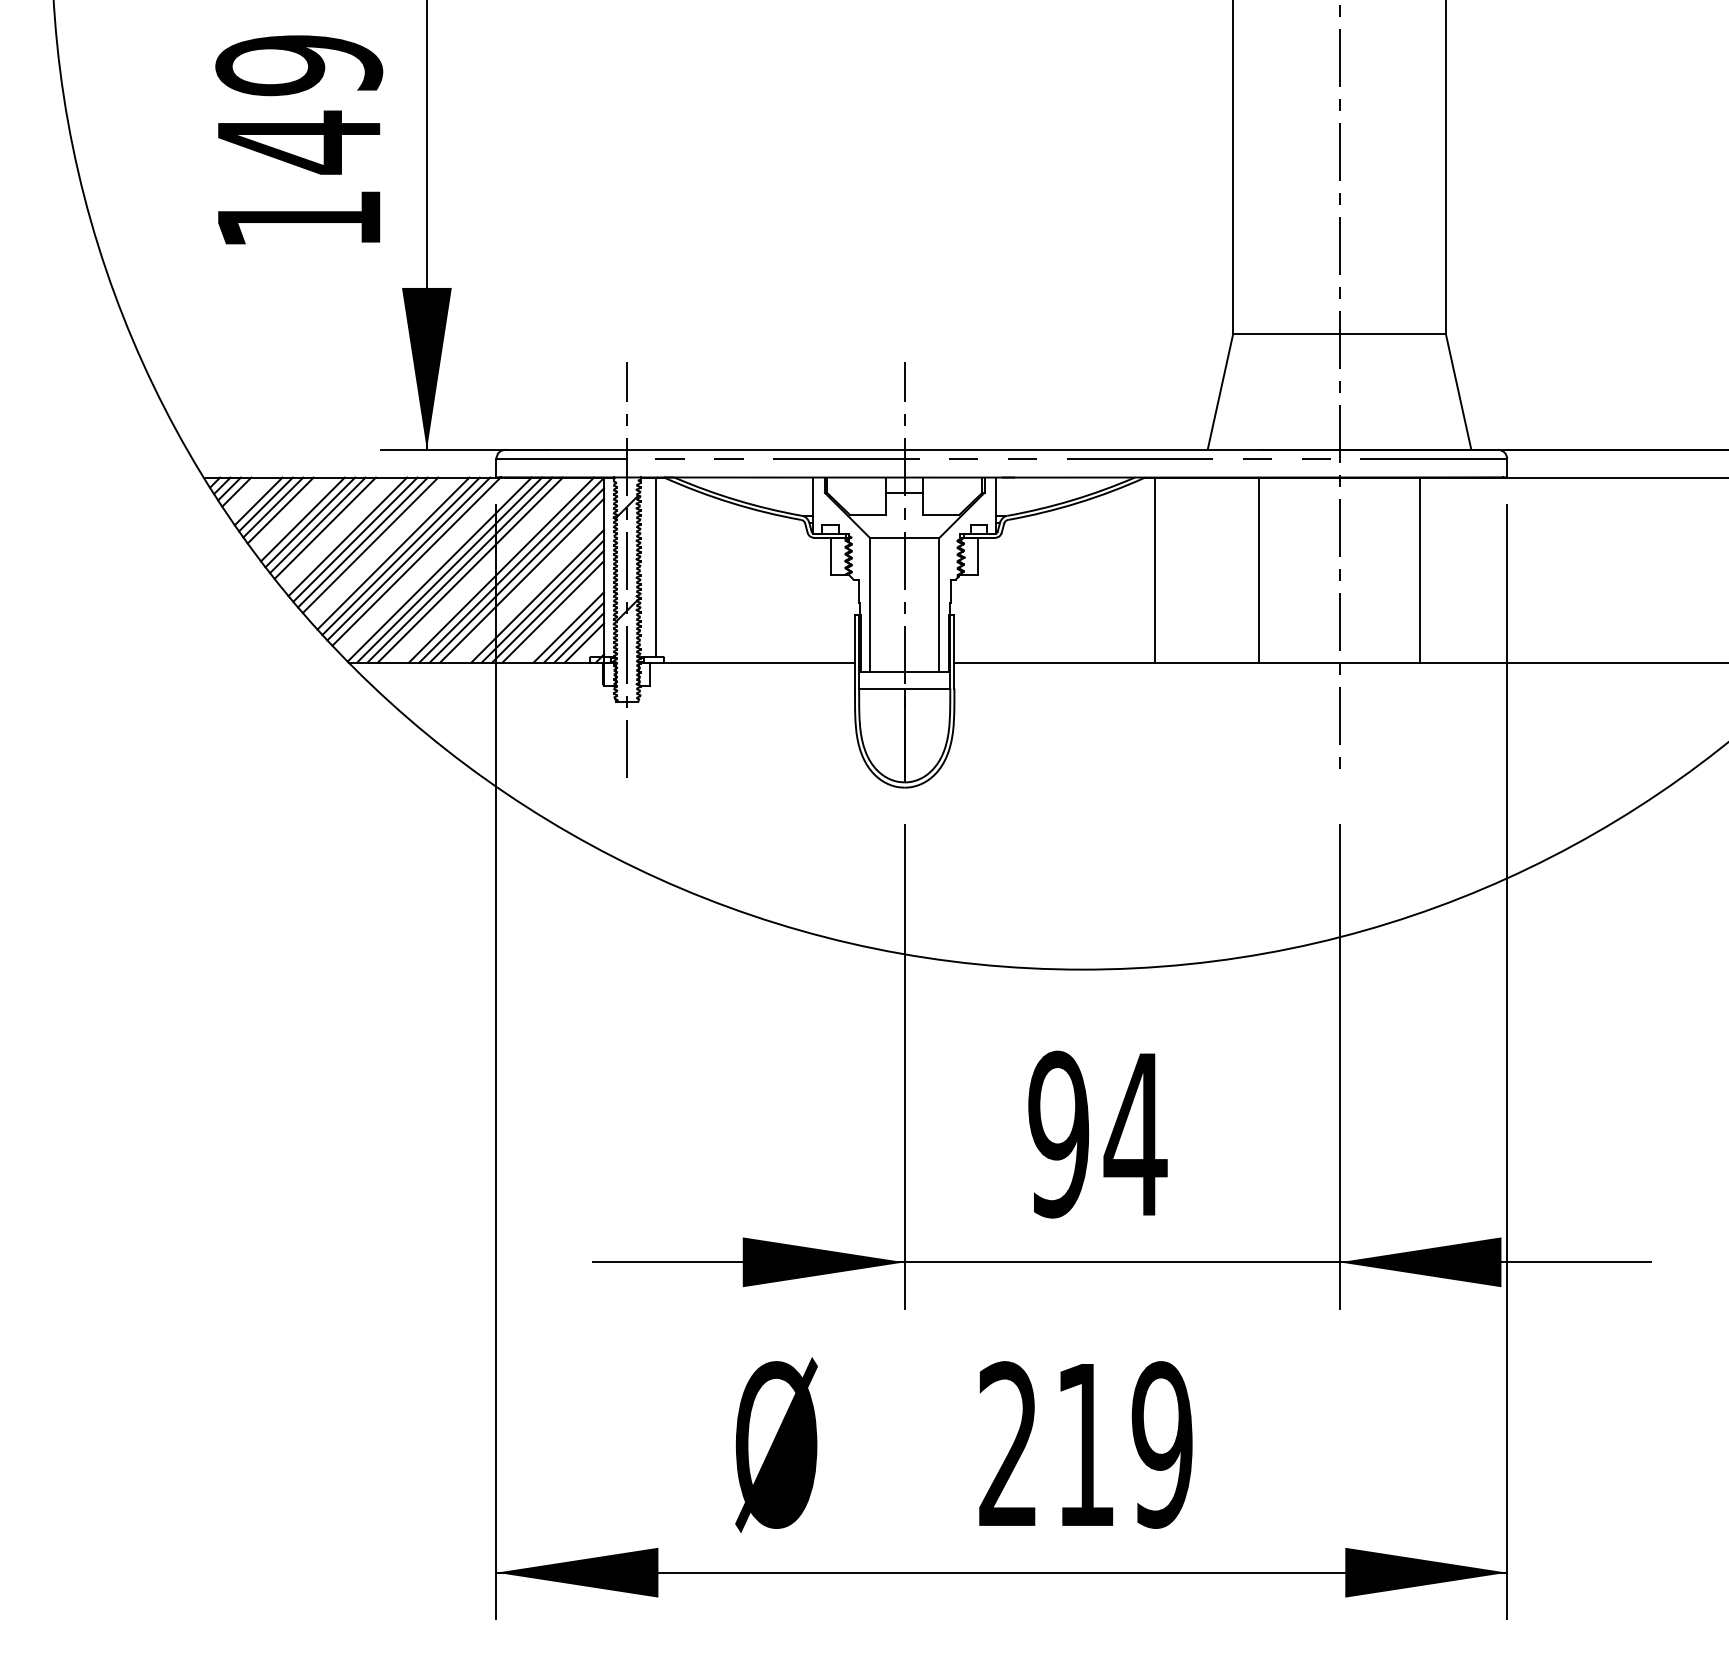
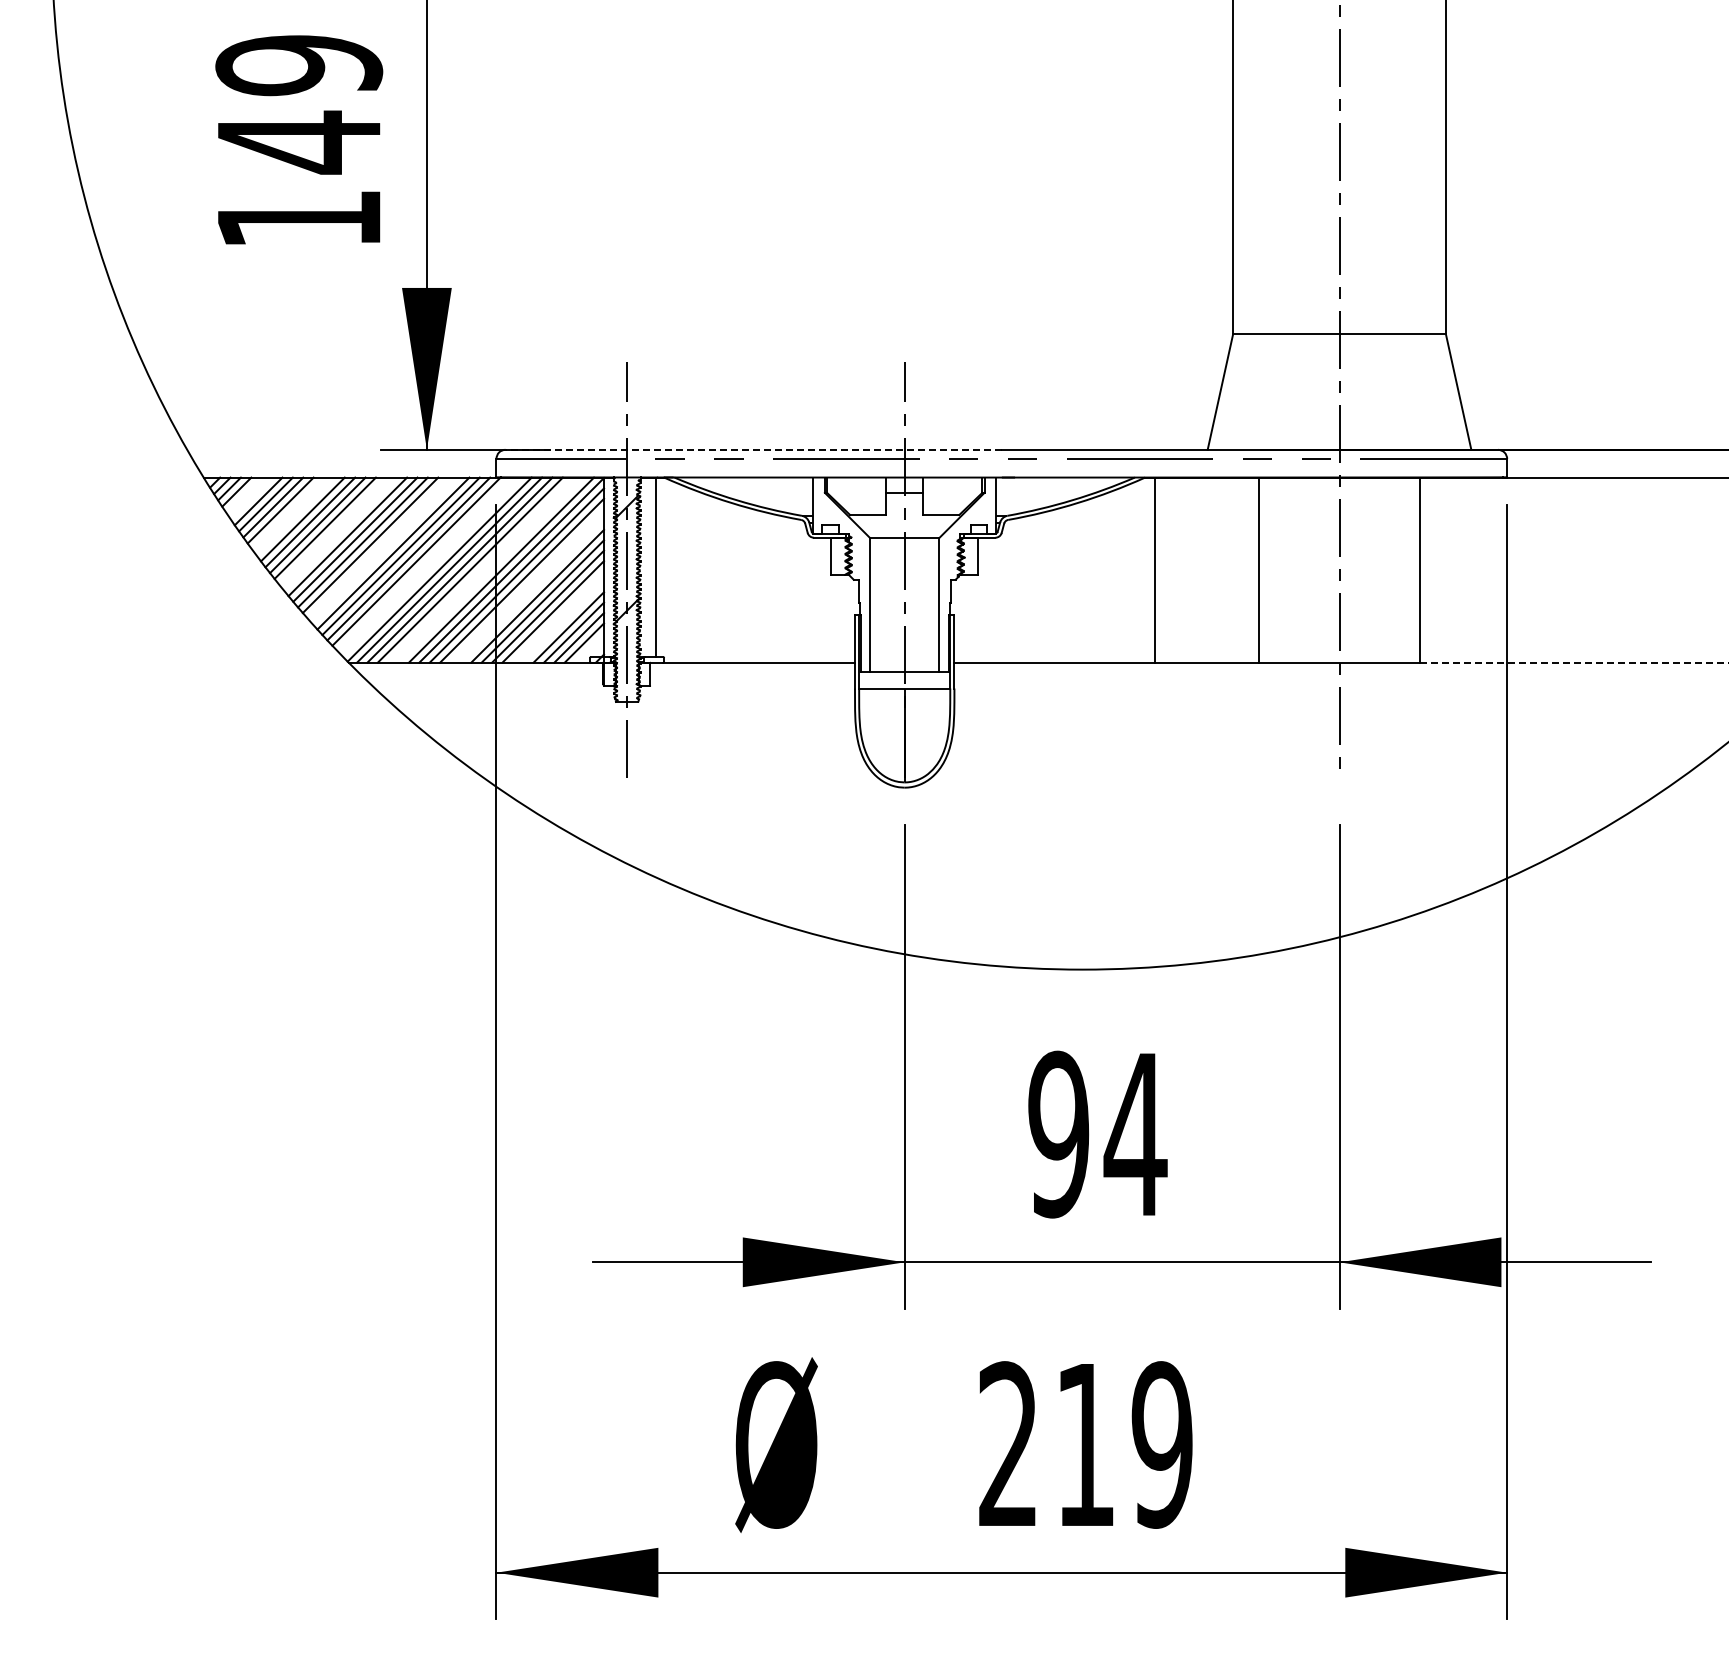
line at (753, 449): solid -> dashed
line at (1574, 662): solid -> dashed
